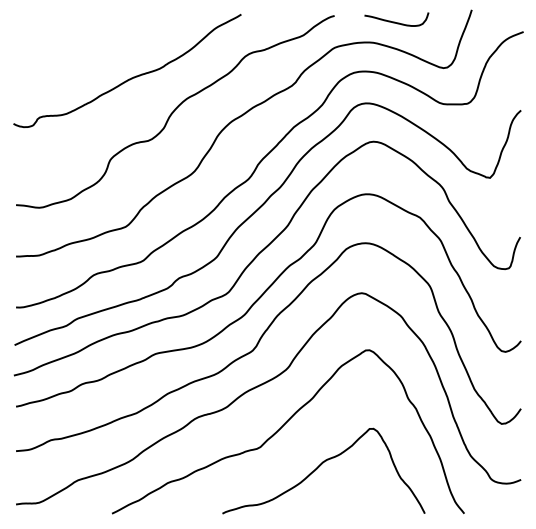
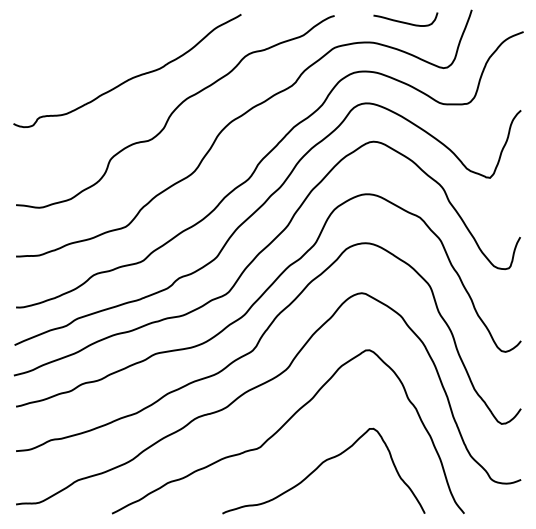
curve at (395, 21) position: (395, 21) -> (404, 21)
